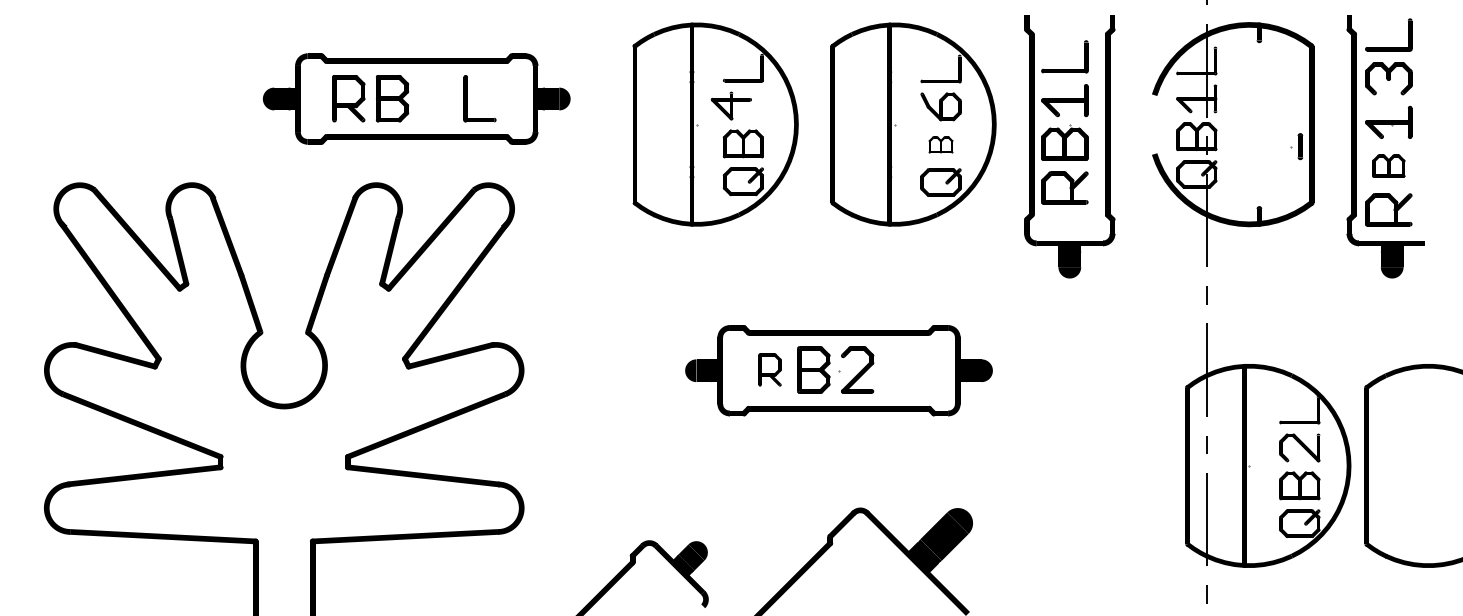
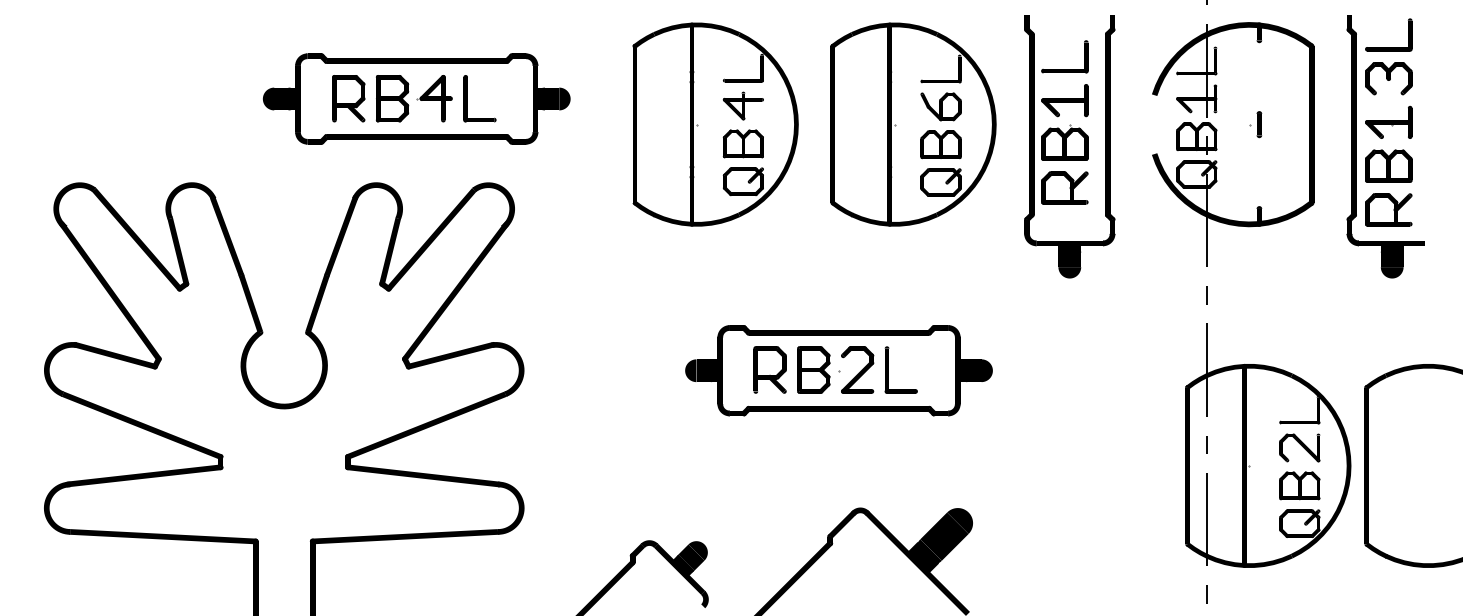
part at (434, 98): none -> present
part at (730, 105) position: (730, 105) -> (742, 105)
part at (940, 144) size: 26x18 px -> 42x30 px
part at (1296, 146) position: (1296, 146) -> (1255, 124)
part at (1388, 165) size: 34x24 px -> 48x34 px
part at (769, 369) size: 24x34 px -> 34x48 px
part at (888, 369): none -> present
